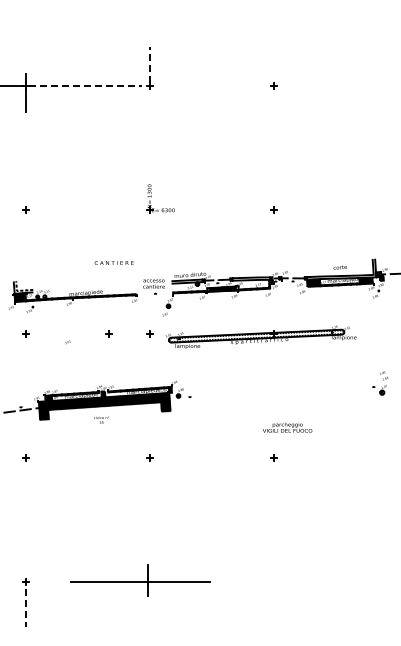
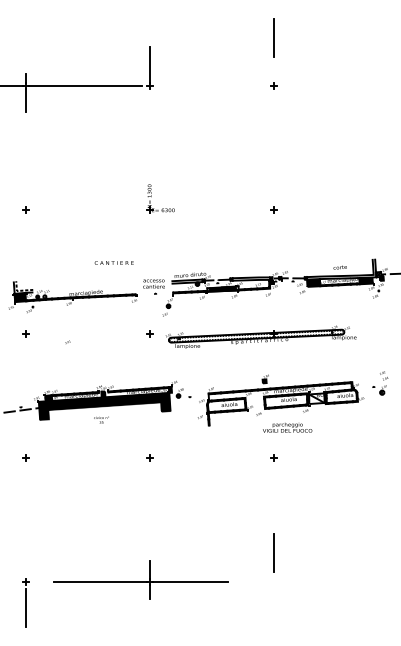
line at (273, 38): none -> present
line at (149, 64): dashed -> solid
line at (85, 86): dashed -> solid
part at (108, 333): present -> none
part at (280, 400): none -> present
line at (273, 552): none -> present
part at (140, 580) size: 141x33 px -> 176x40 px
line at (25, 608): dashed -> solid
